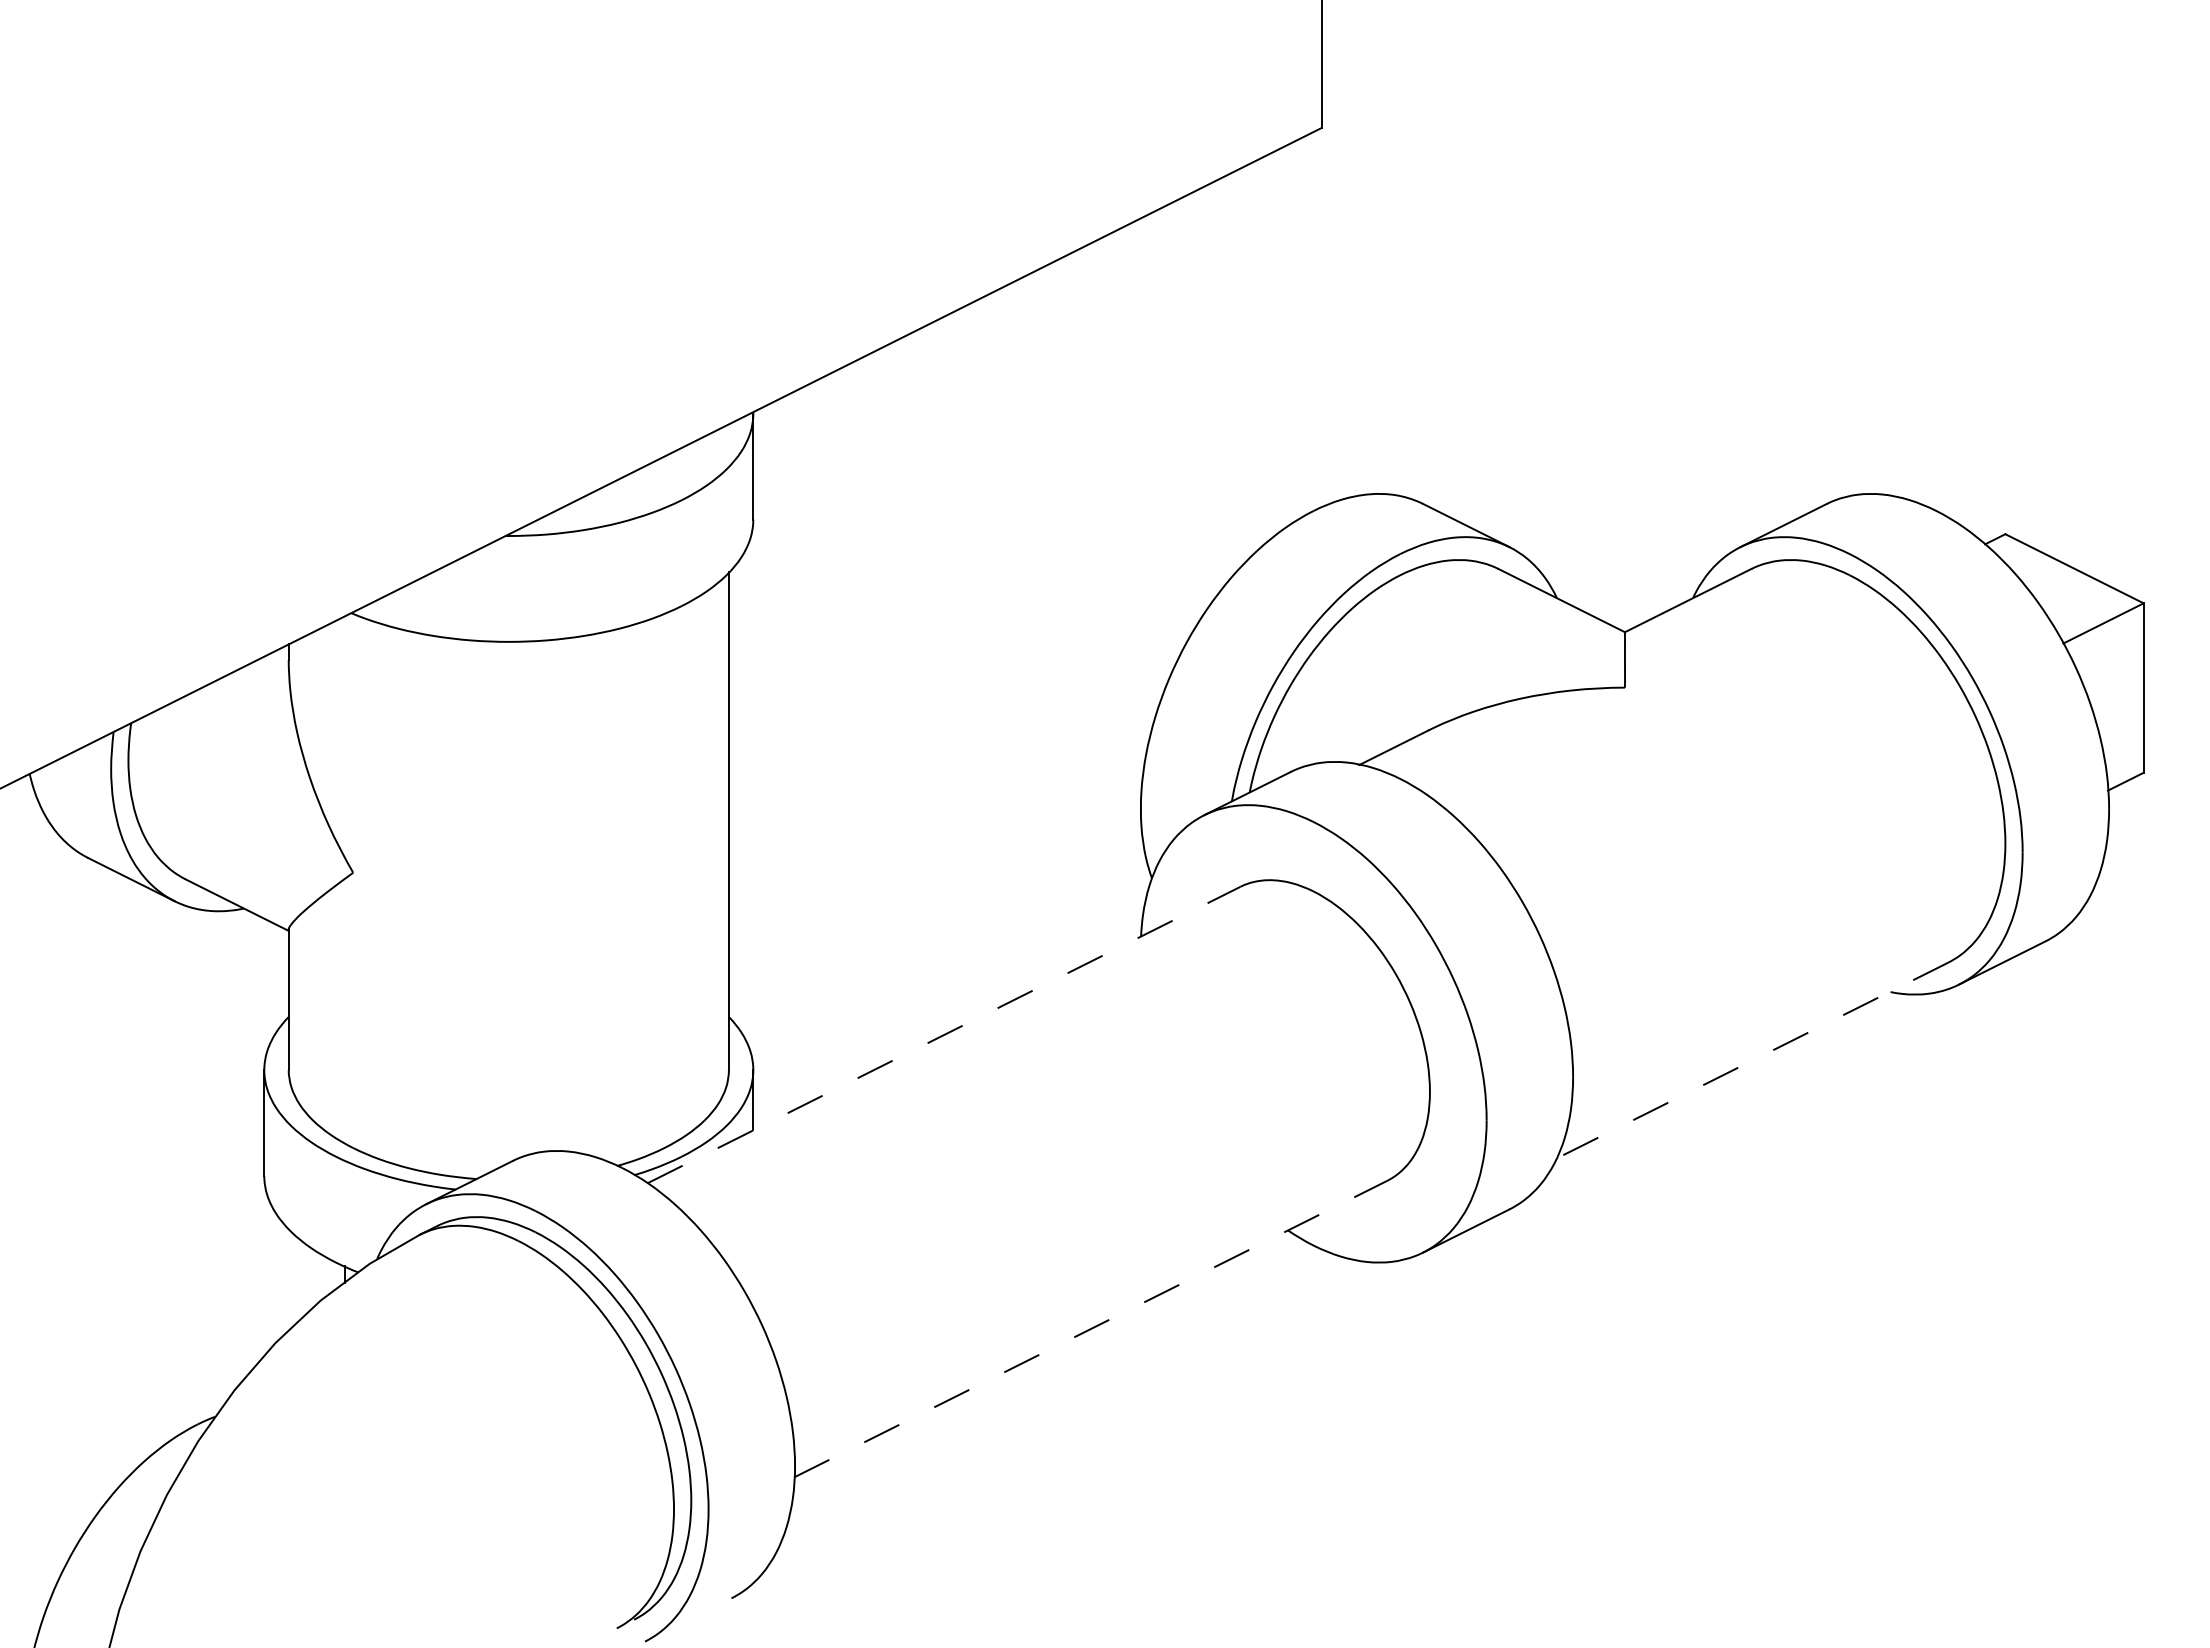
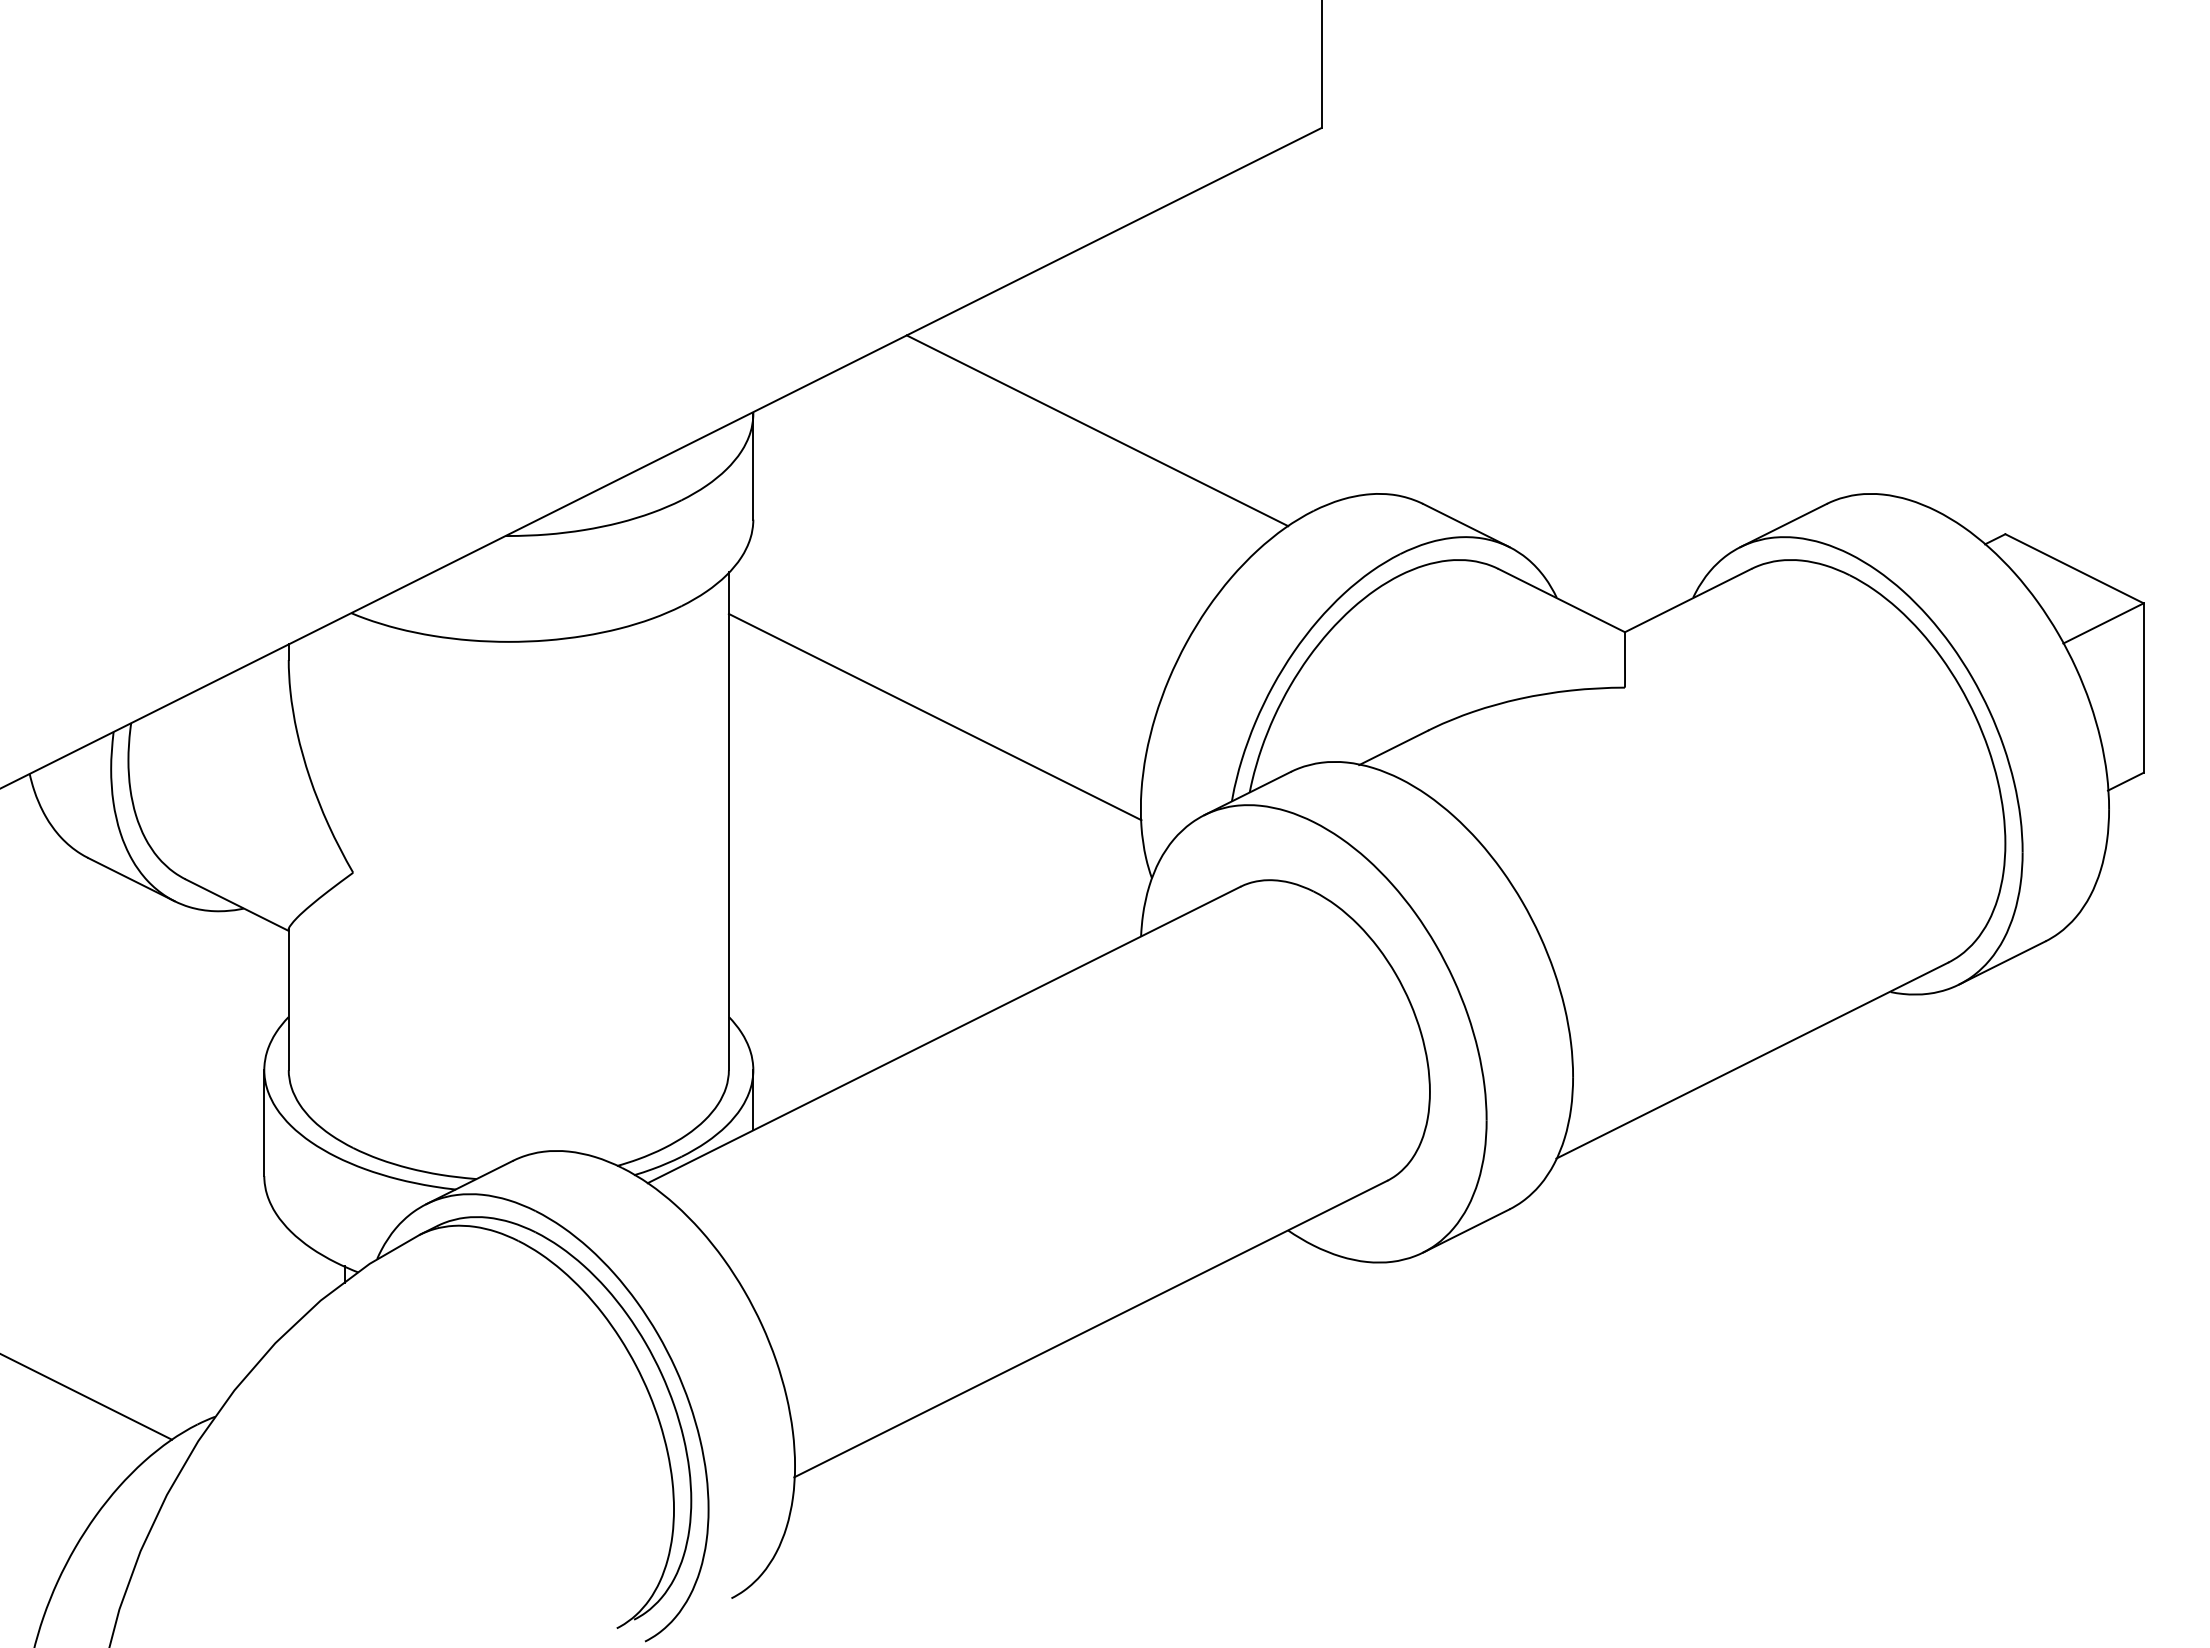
line at (1097, 430): none -> present
line at (934, 716): none -> present
line at (944, 1034): dashed -> solid
line at (1751, 1060): dashed -> solid
line at (1091, 1328): dashed -> solid
line at (87, 1396): none -> present
